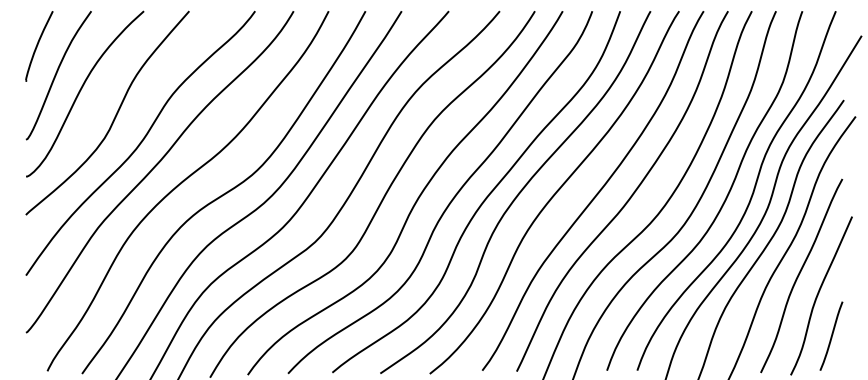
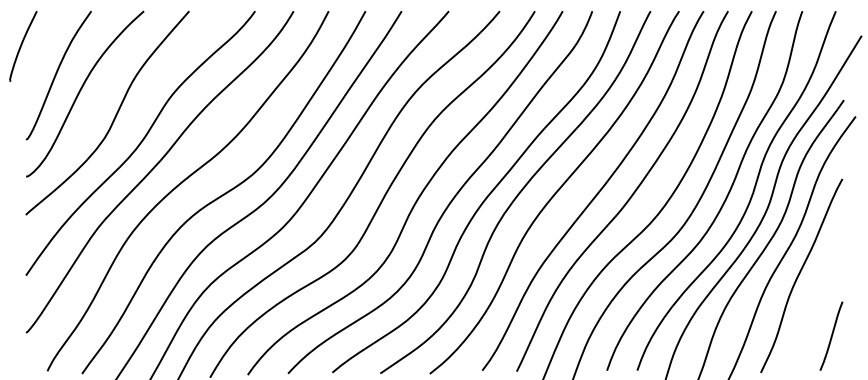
part at (39, 46) position: (39, 46) -> (23, 46)
curve at (819, 293): present -> none
